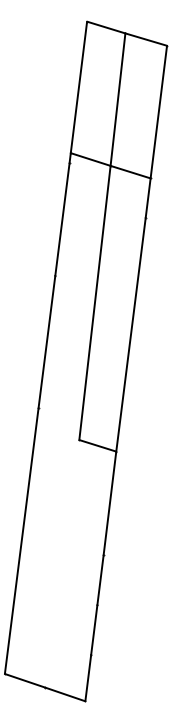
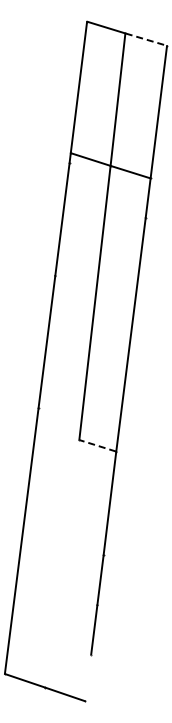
line at (146, 39): solid -> dashed
line at (97, 445): solid -> dashed
line at (88, 677): present -> none
